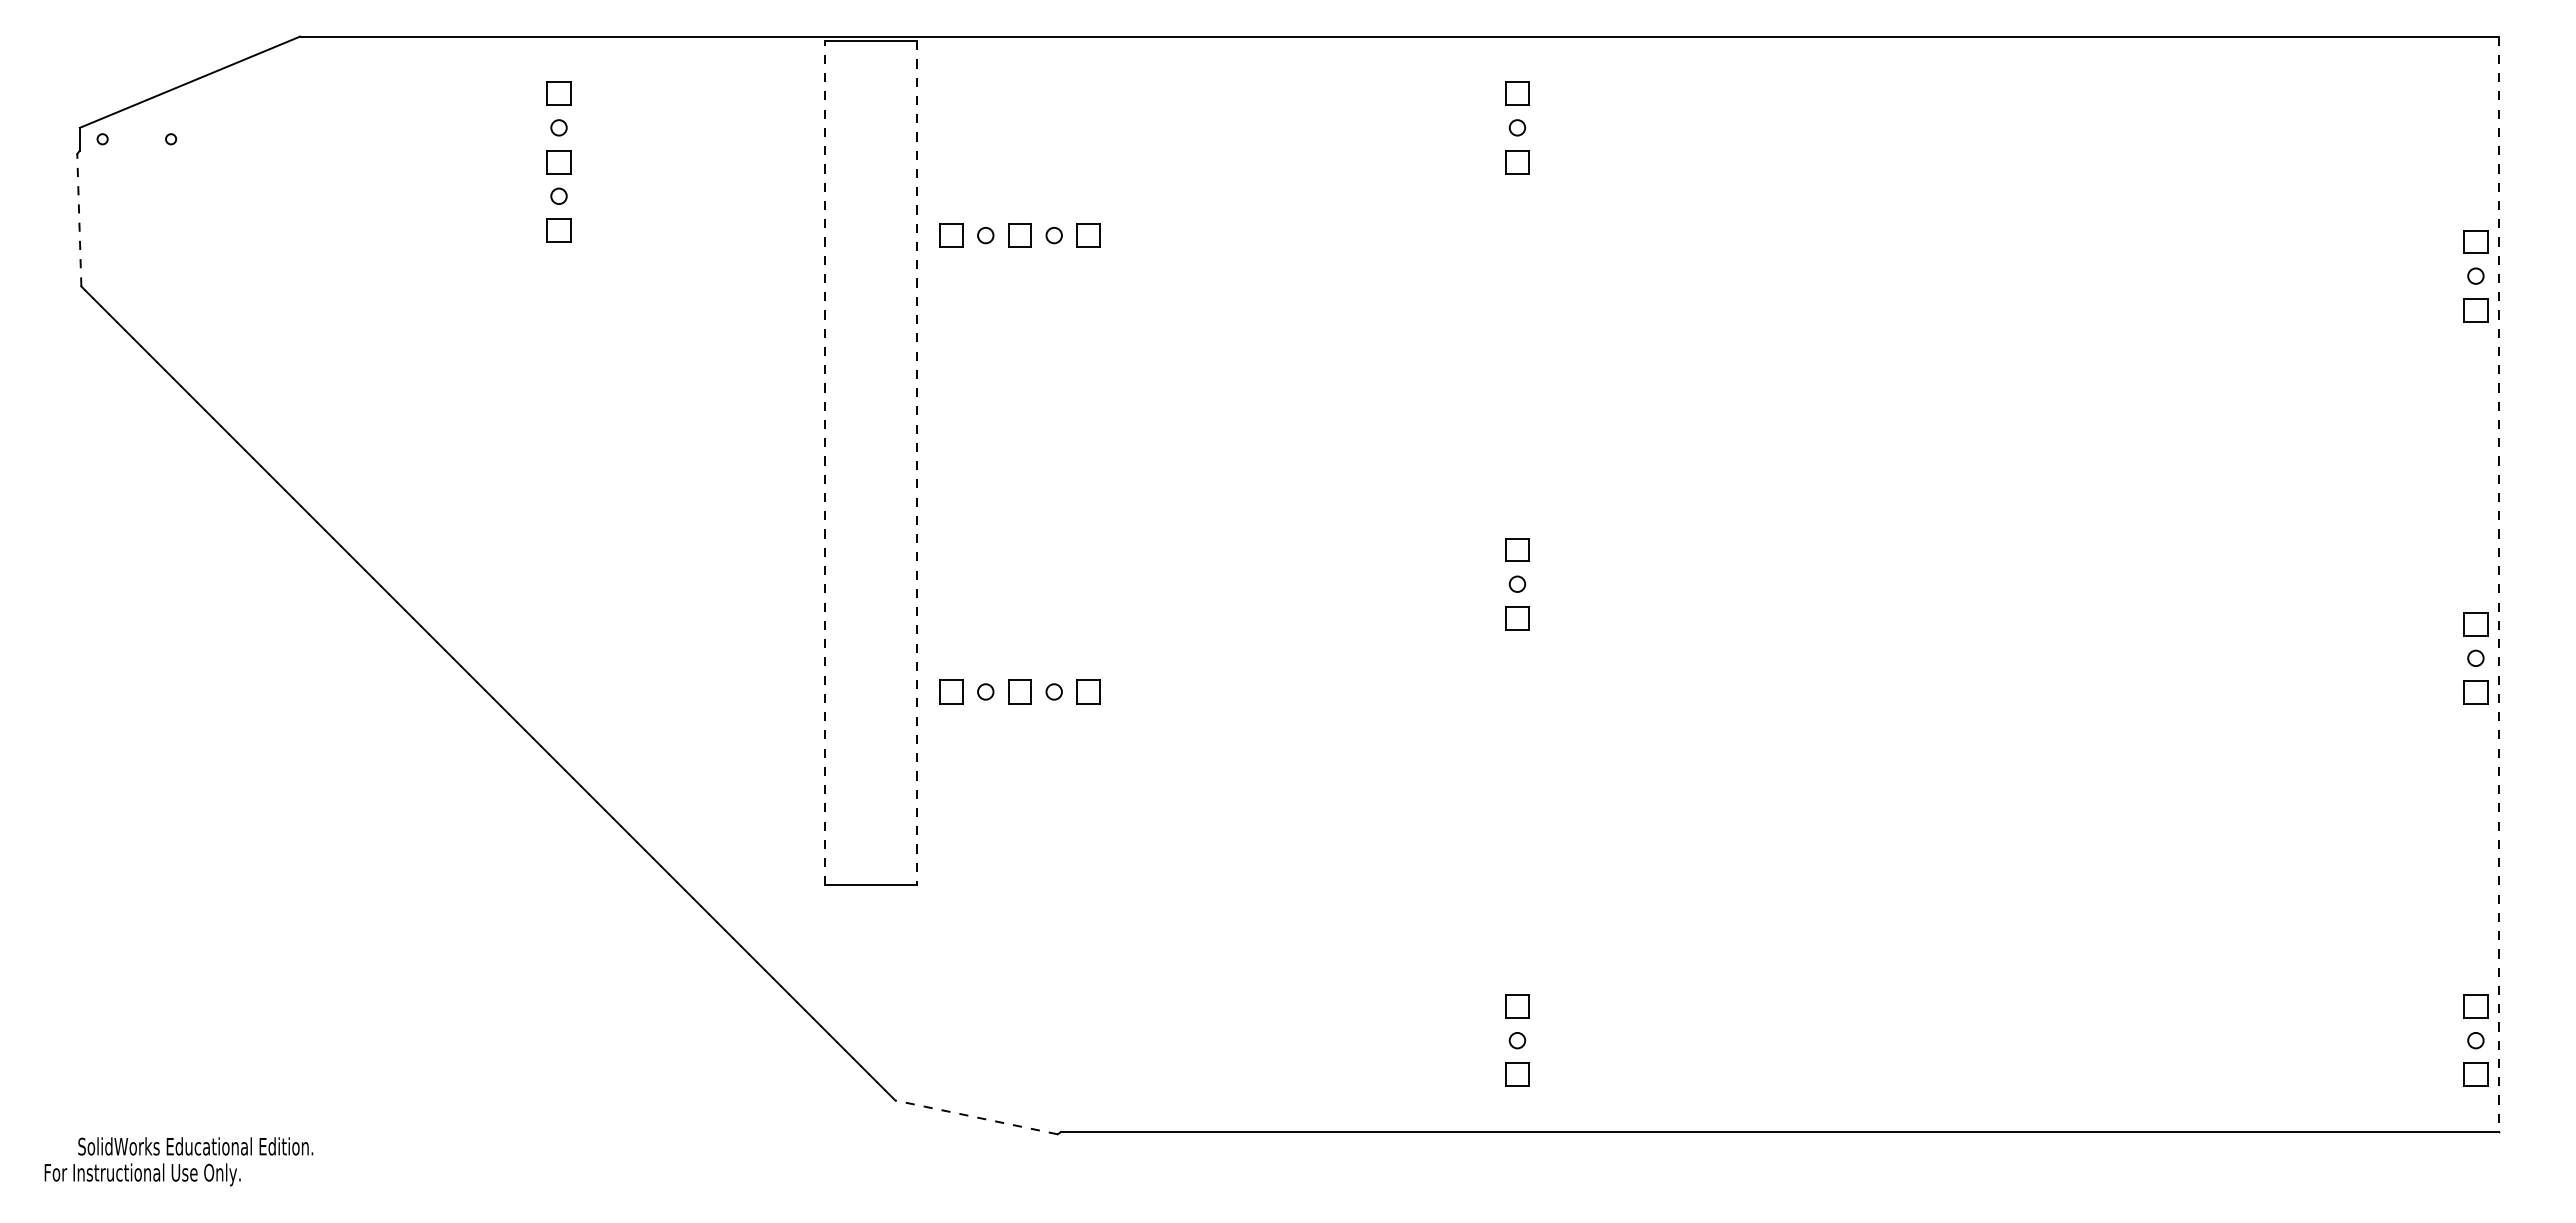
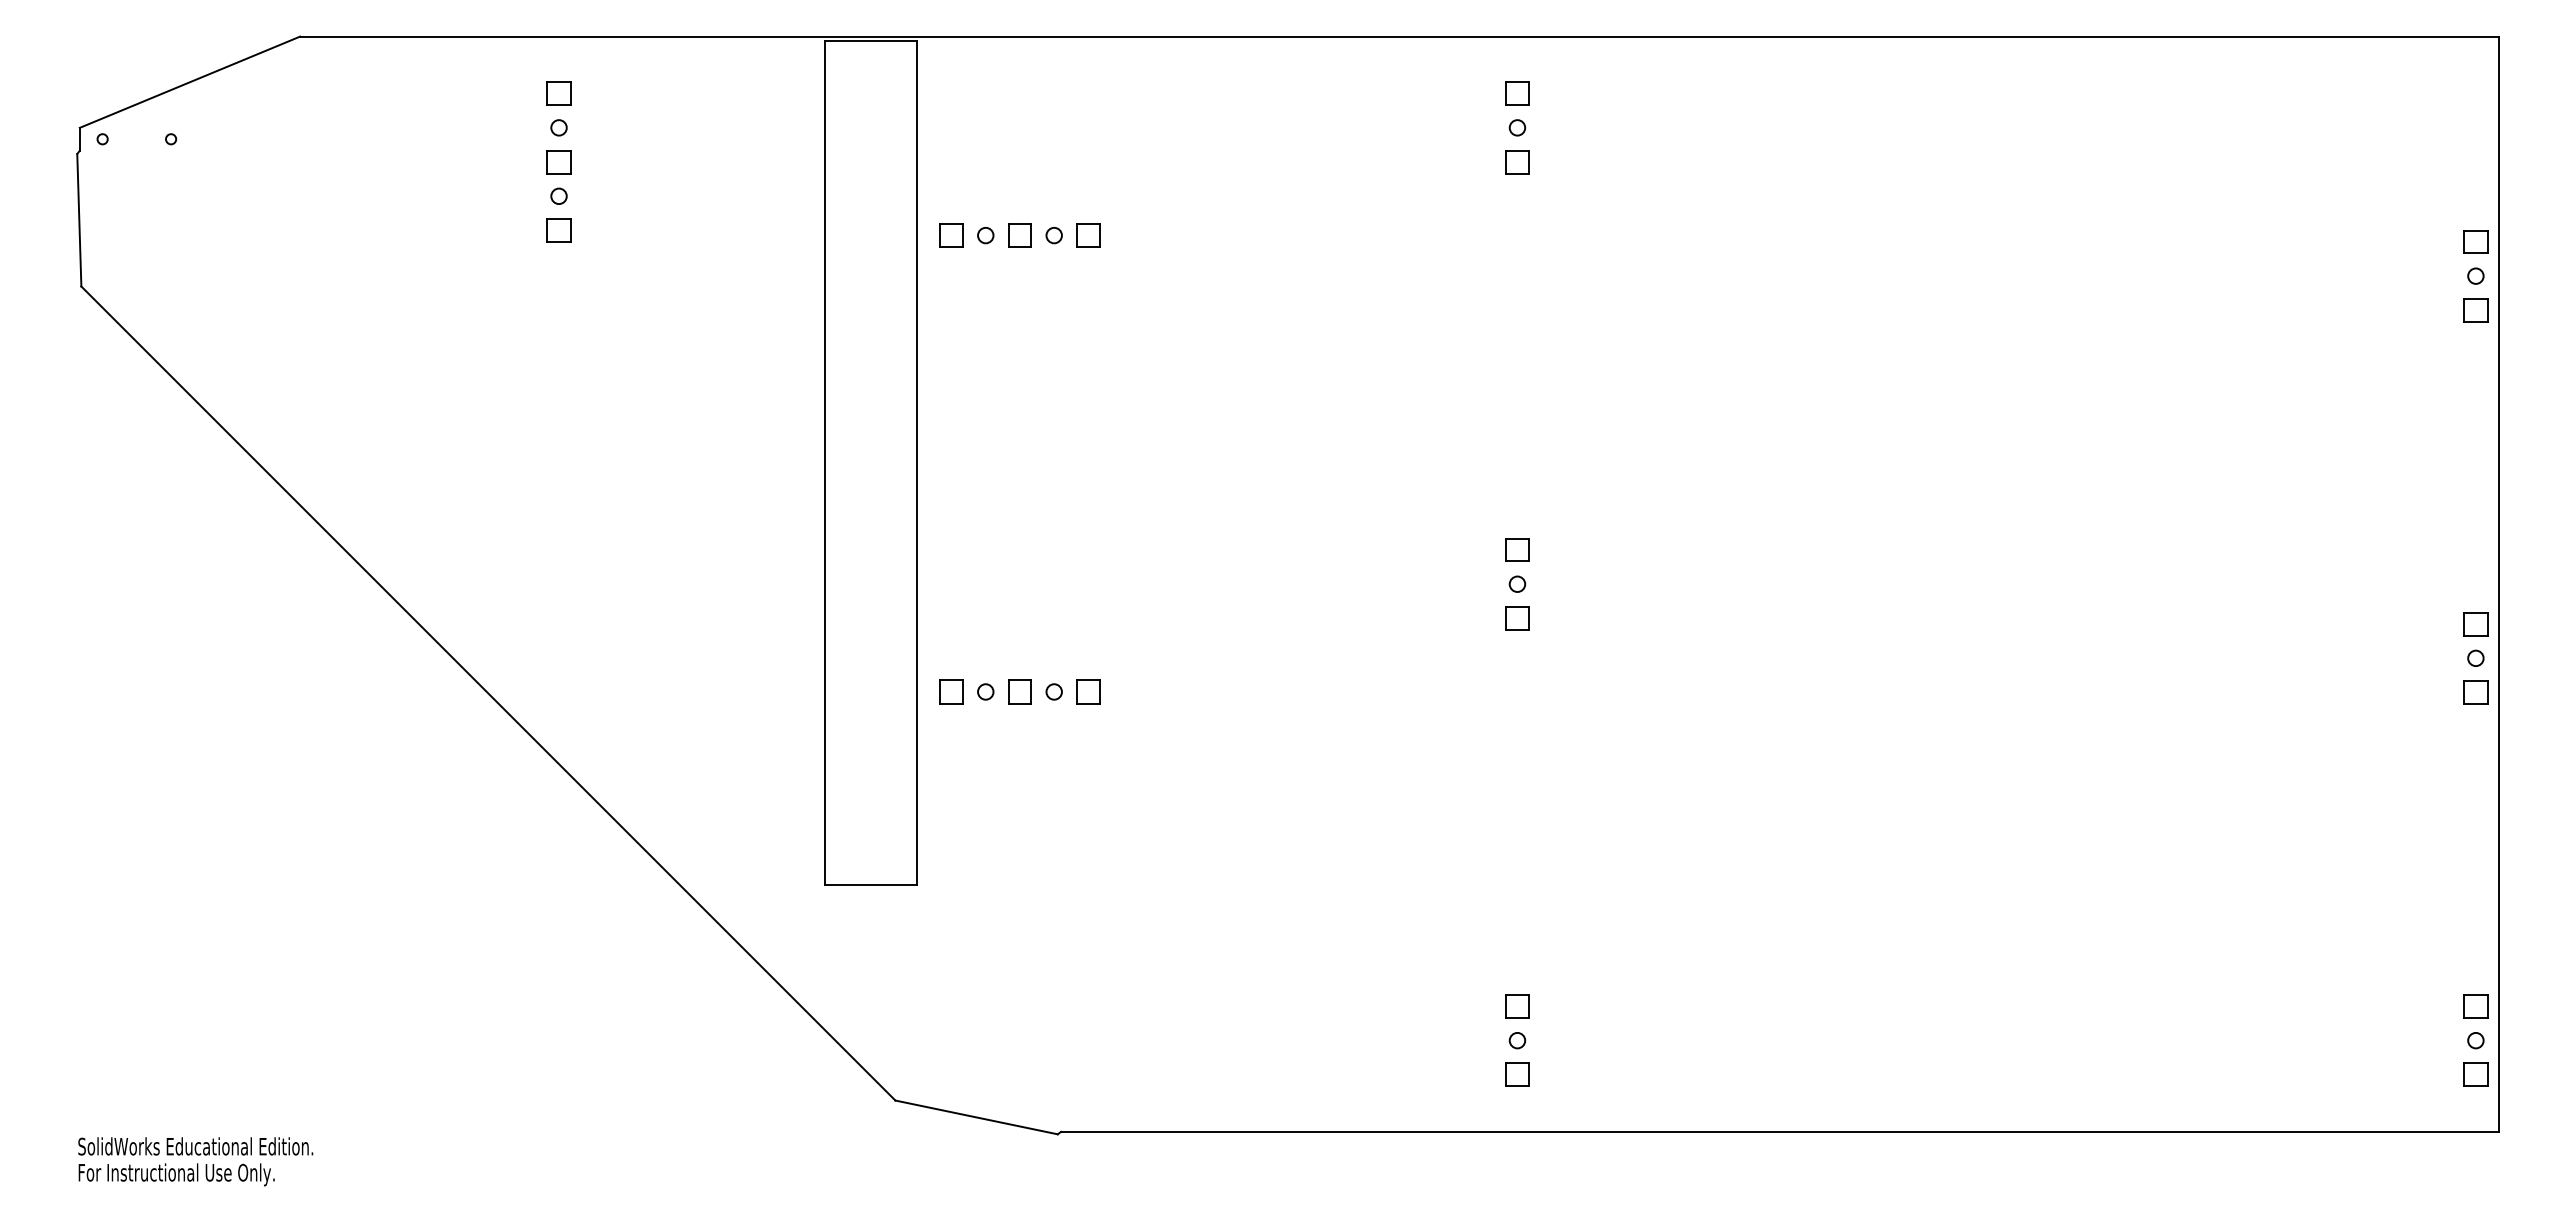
line at (79, 219): dashed -> solid
line at (825, 462): dashed -> solid
line at (917, 463): dashed -> solid
line at (2498, 584): dashed -> solid
line at (976, 1117): dashed -> solid
text at (142, 1174) position: (142, 1174) -> (176, 1174)
